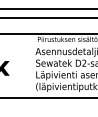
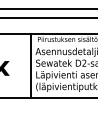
line at (30, 66): none -> present
